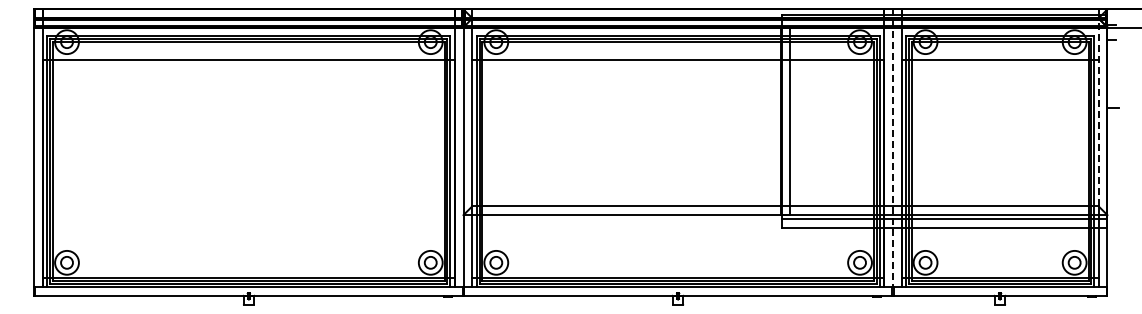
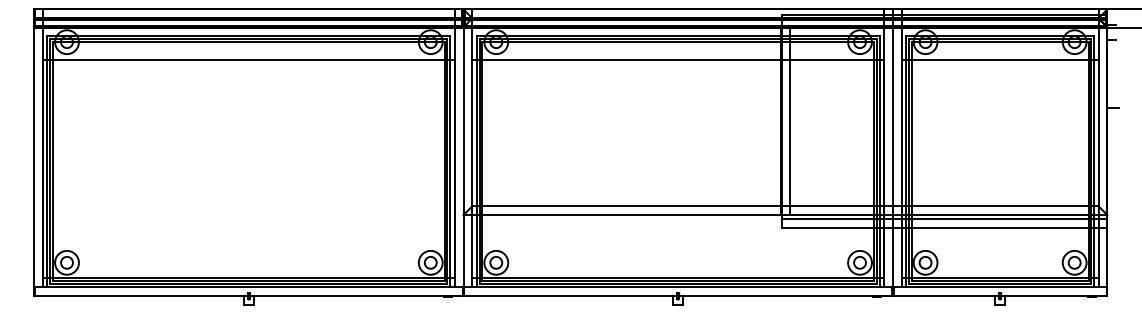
line at (1098, 112): dashed -> solid
line at (892, 148): dashed -> solid
